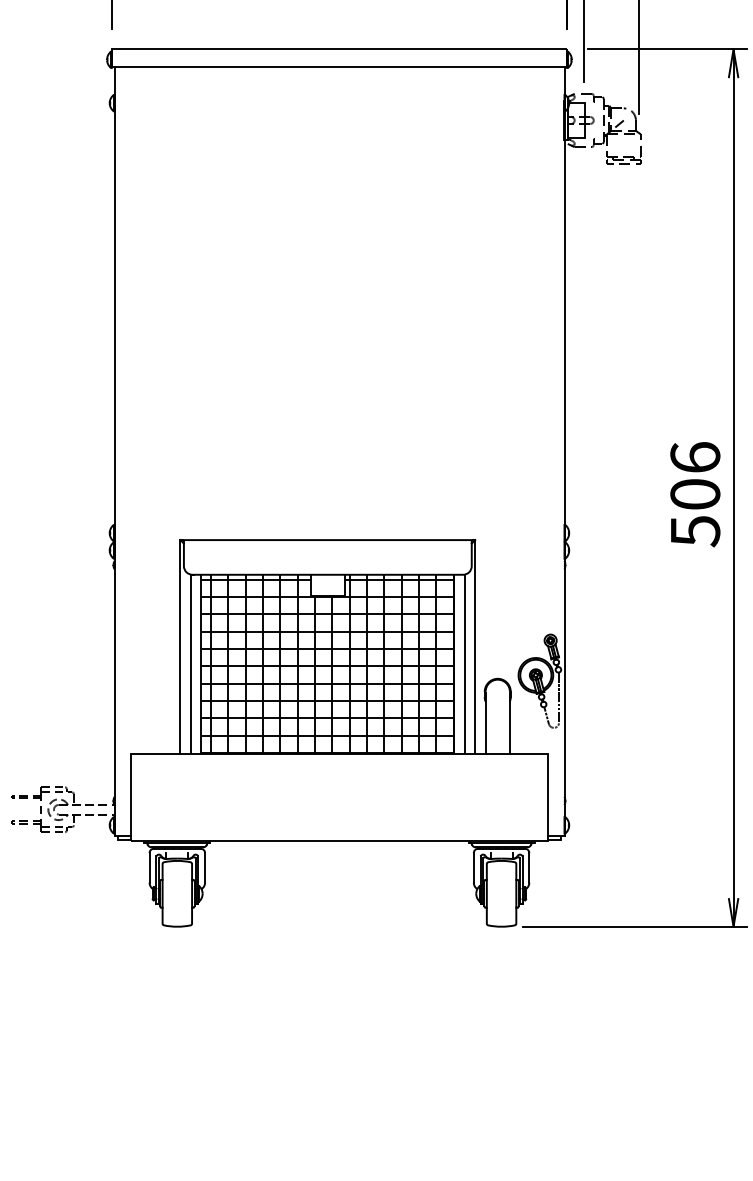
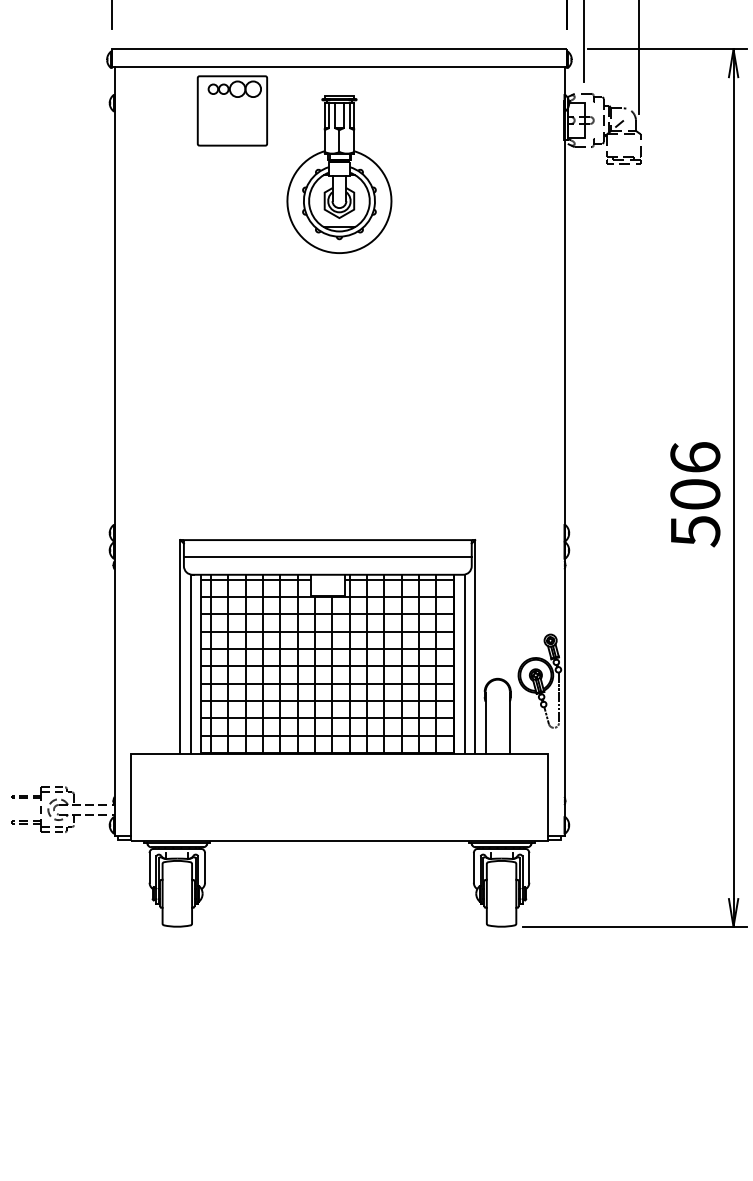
part at (231, 110): none -> present
part at (339, 174): none -> present
line at (327, 557): none -> present
